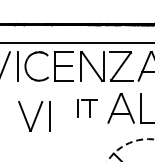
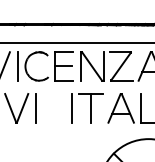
part at (87, 108) size: 21x19 px -> 33x31 px
part at (34, 116) position: (34, 116) -> (20, 108)
circle at (130, 150): dashed -> solid
